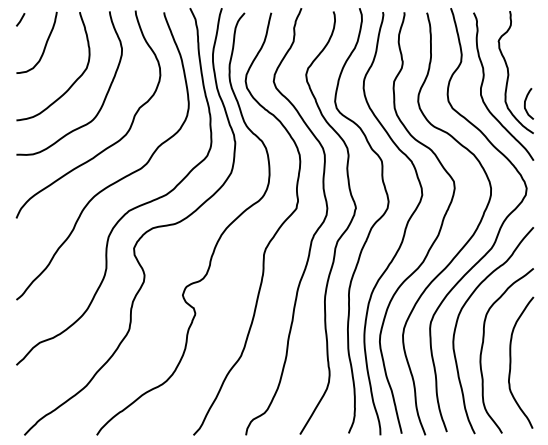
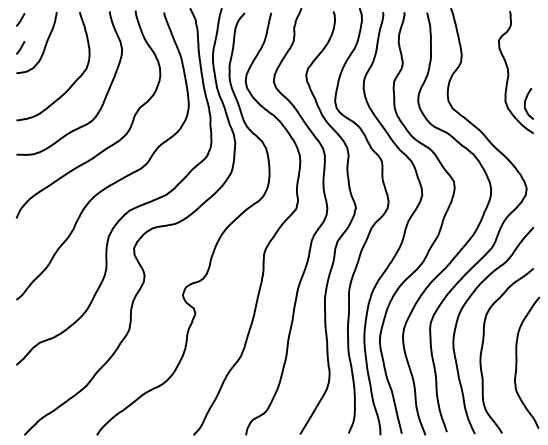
line at (20, 47): none -> present
curve at (483, 83): present -> none
curve at (511, 362) position: (511, 362) -> (517, 362)
